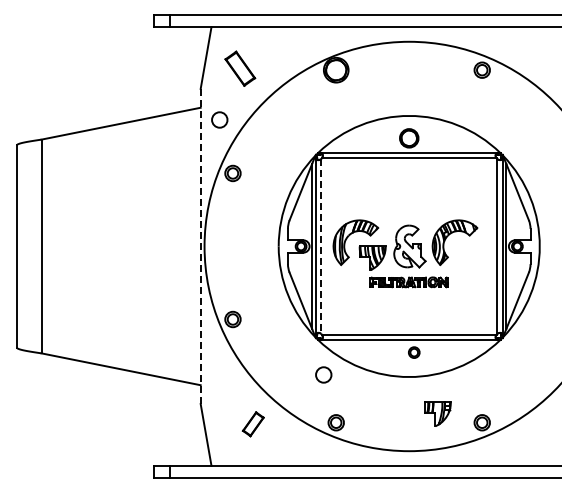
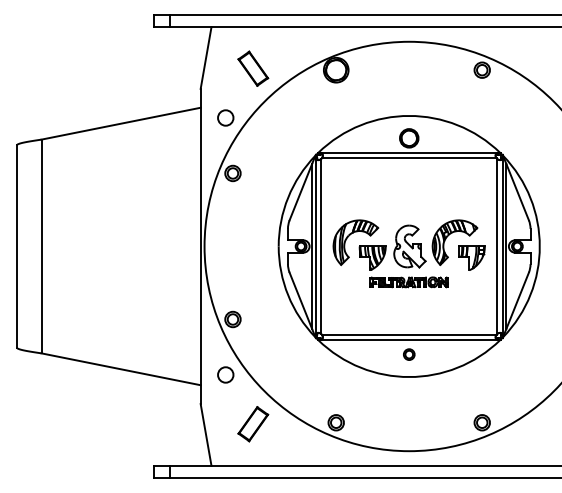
part at (240, 68) position: (240, 68) -> (253, 68)
circle at (219, 119) position: (219, 119) -> (225, 117)
line at (200, 246): dashed -> solid
line at (321, 246): dashed -> solid
part at (414, 352) position: (414, 352) -> (409, 354)
circle at (323, 374) position: (323, 374) -> (225, 374)
part at (437, 413) position: (437, 413) -> (471, 257)
part at (252, 424) size: 24x27 px -> 33x37 px
